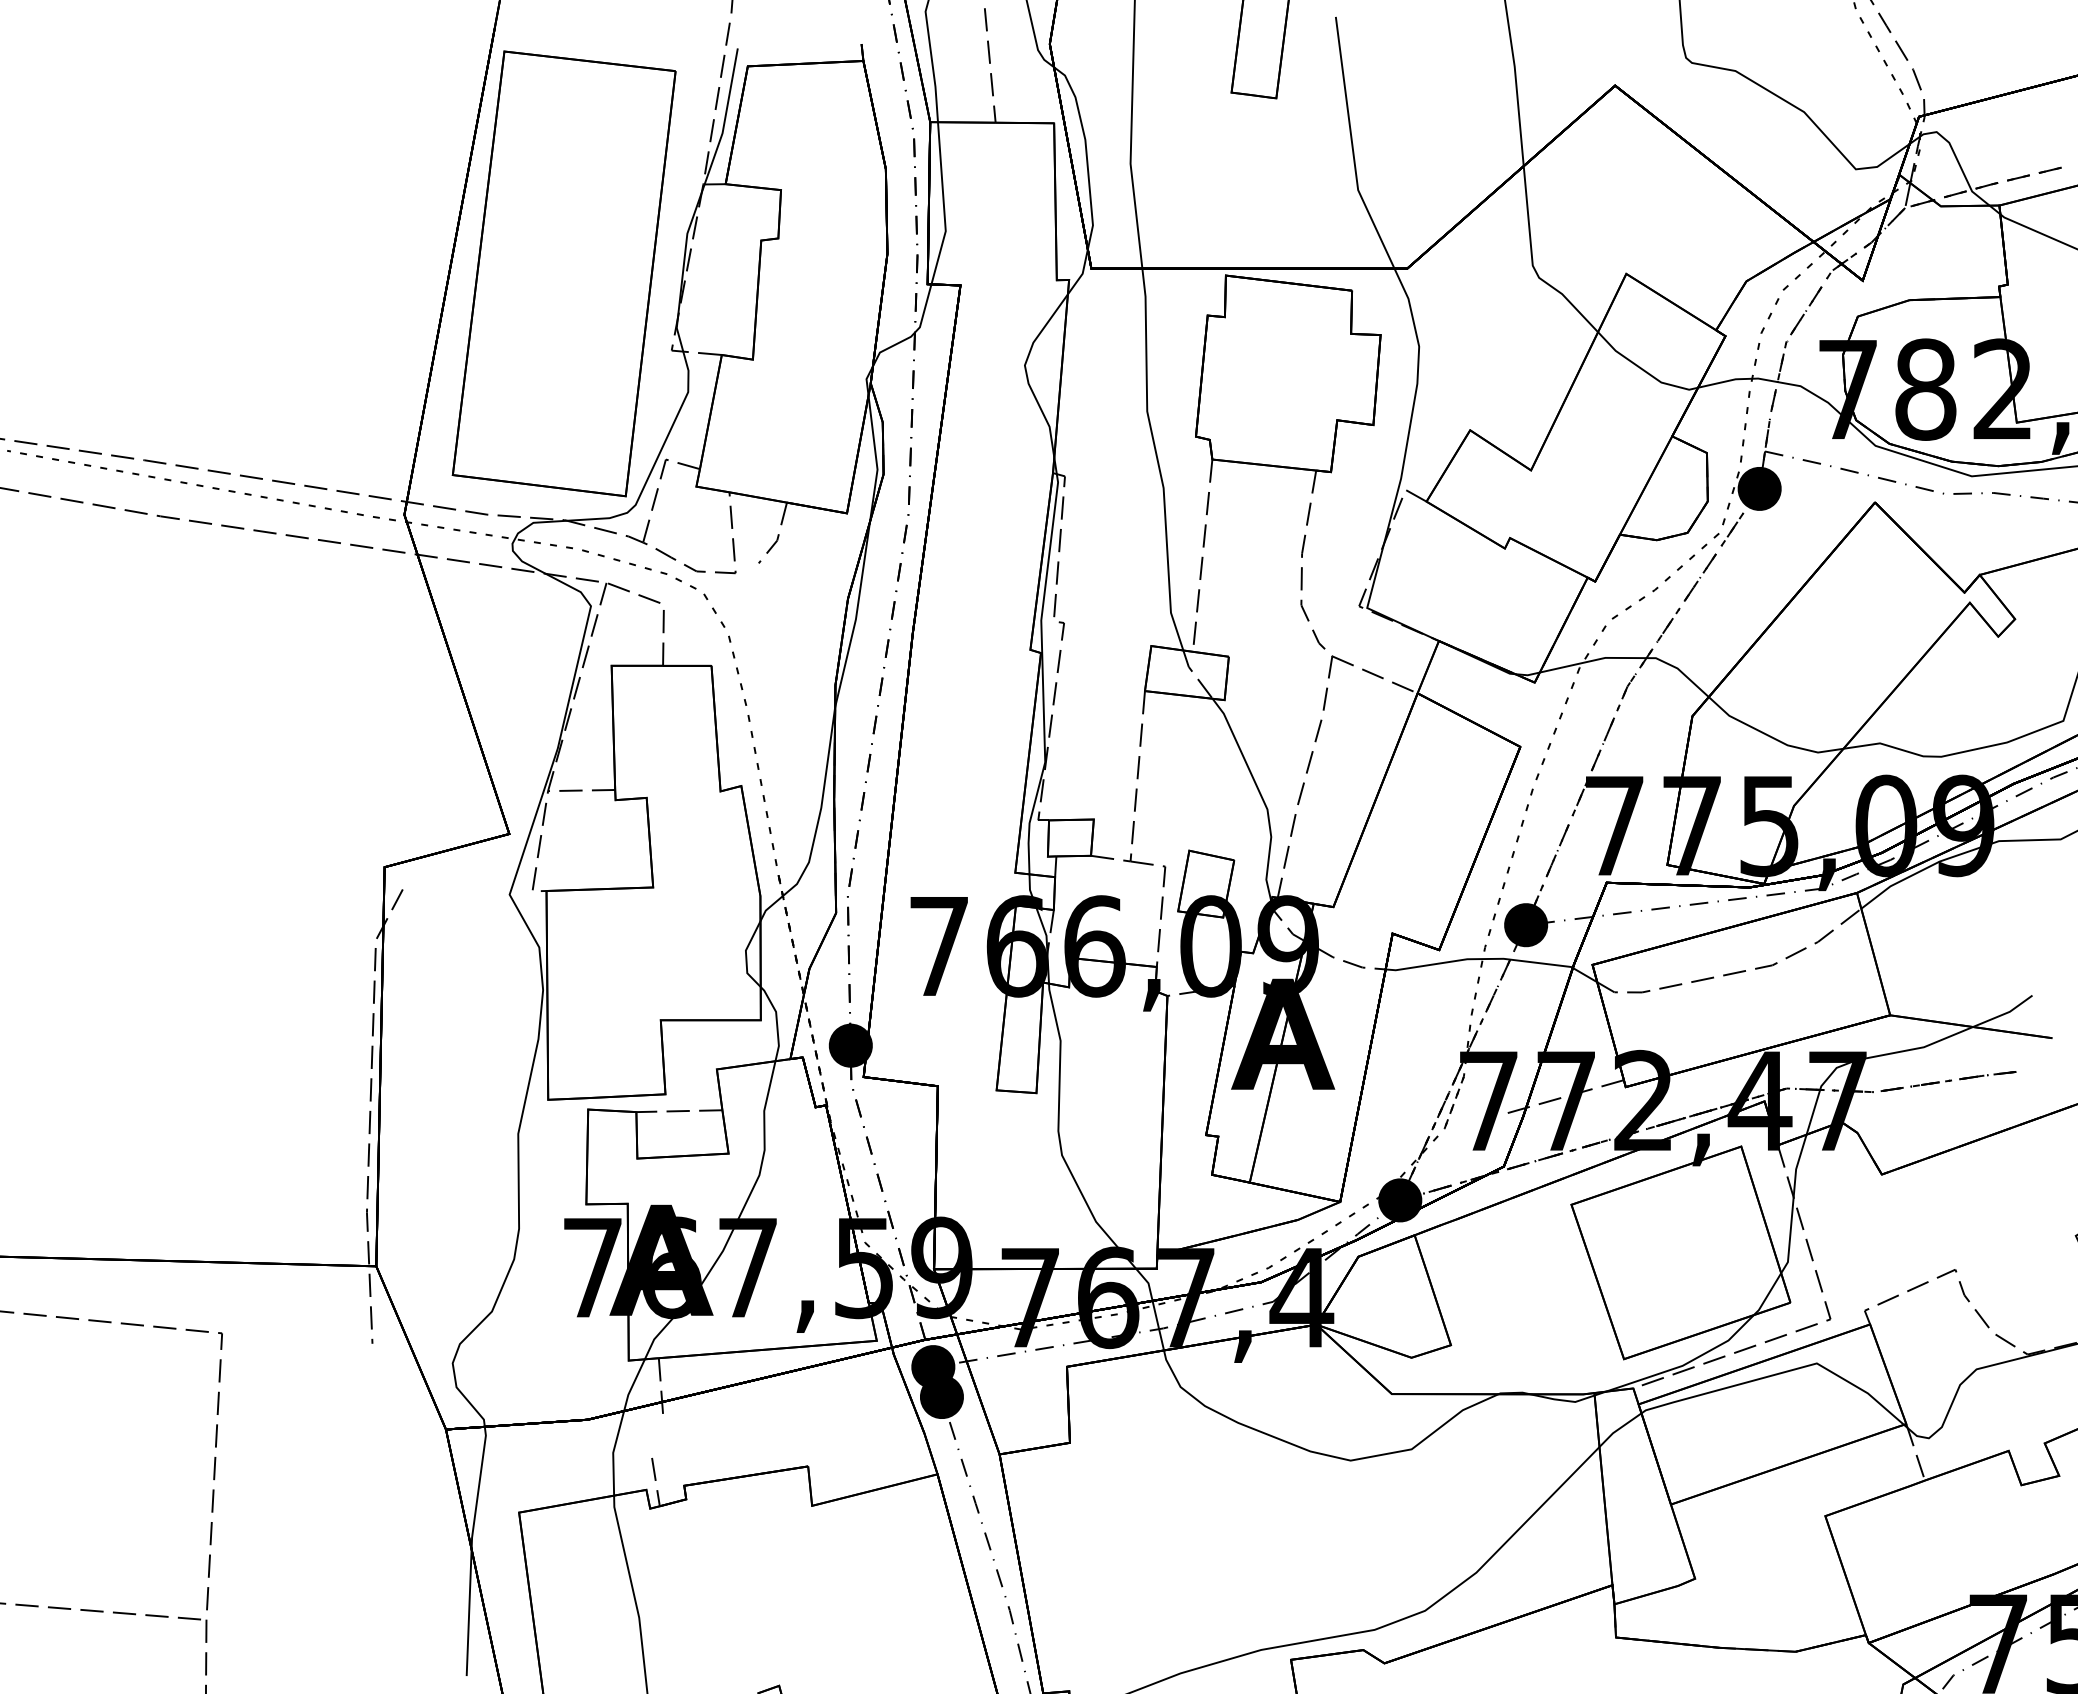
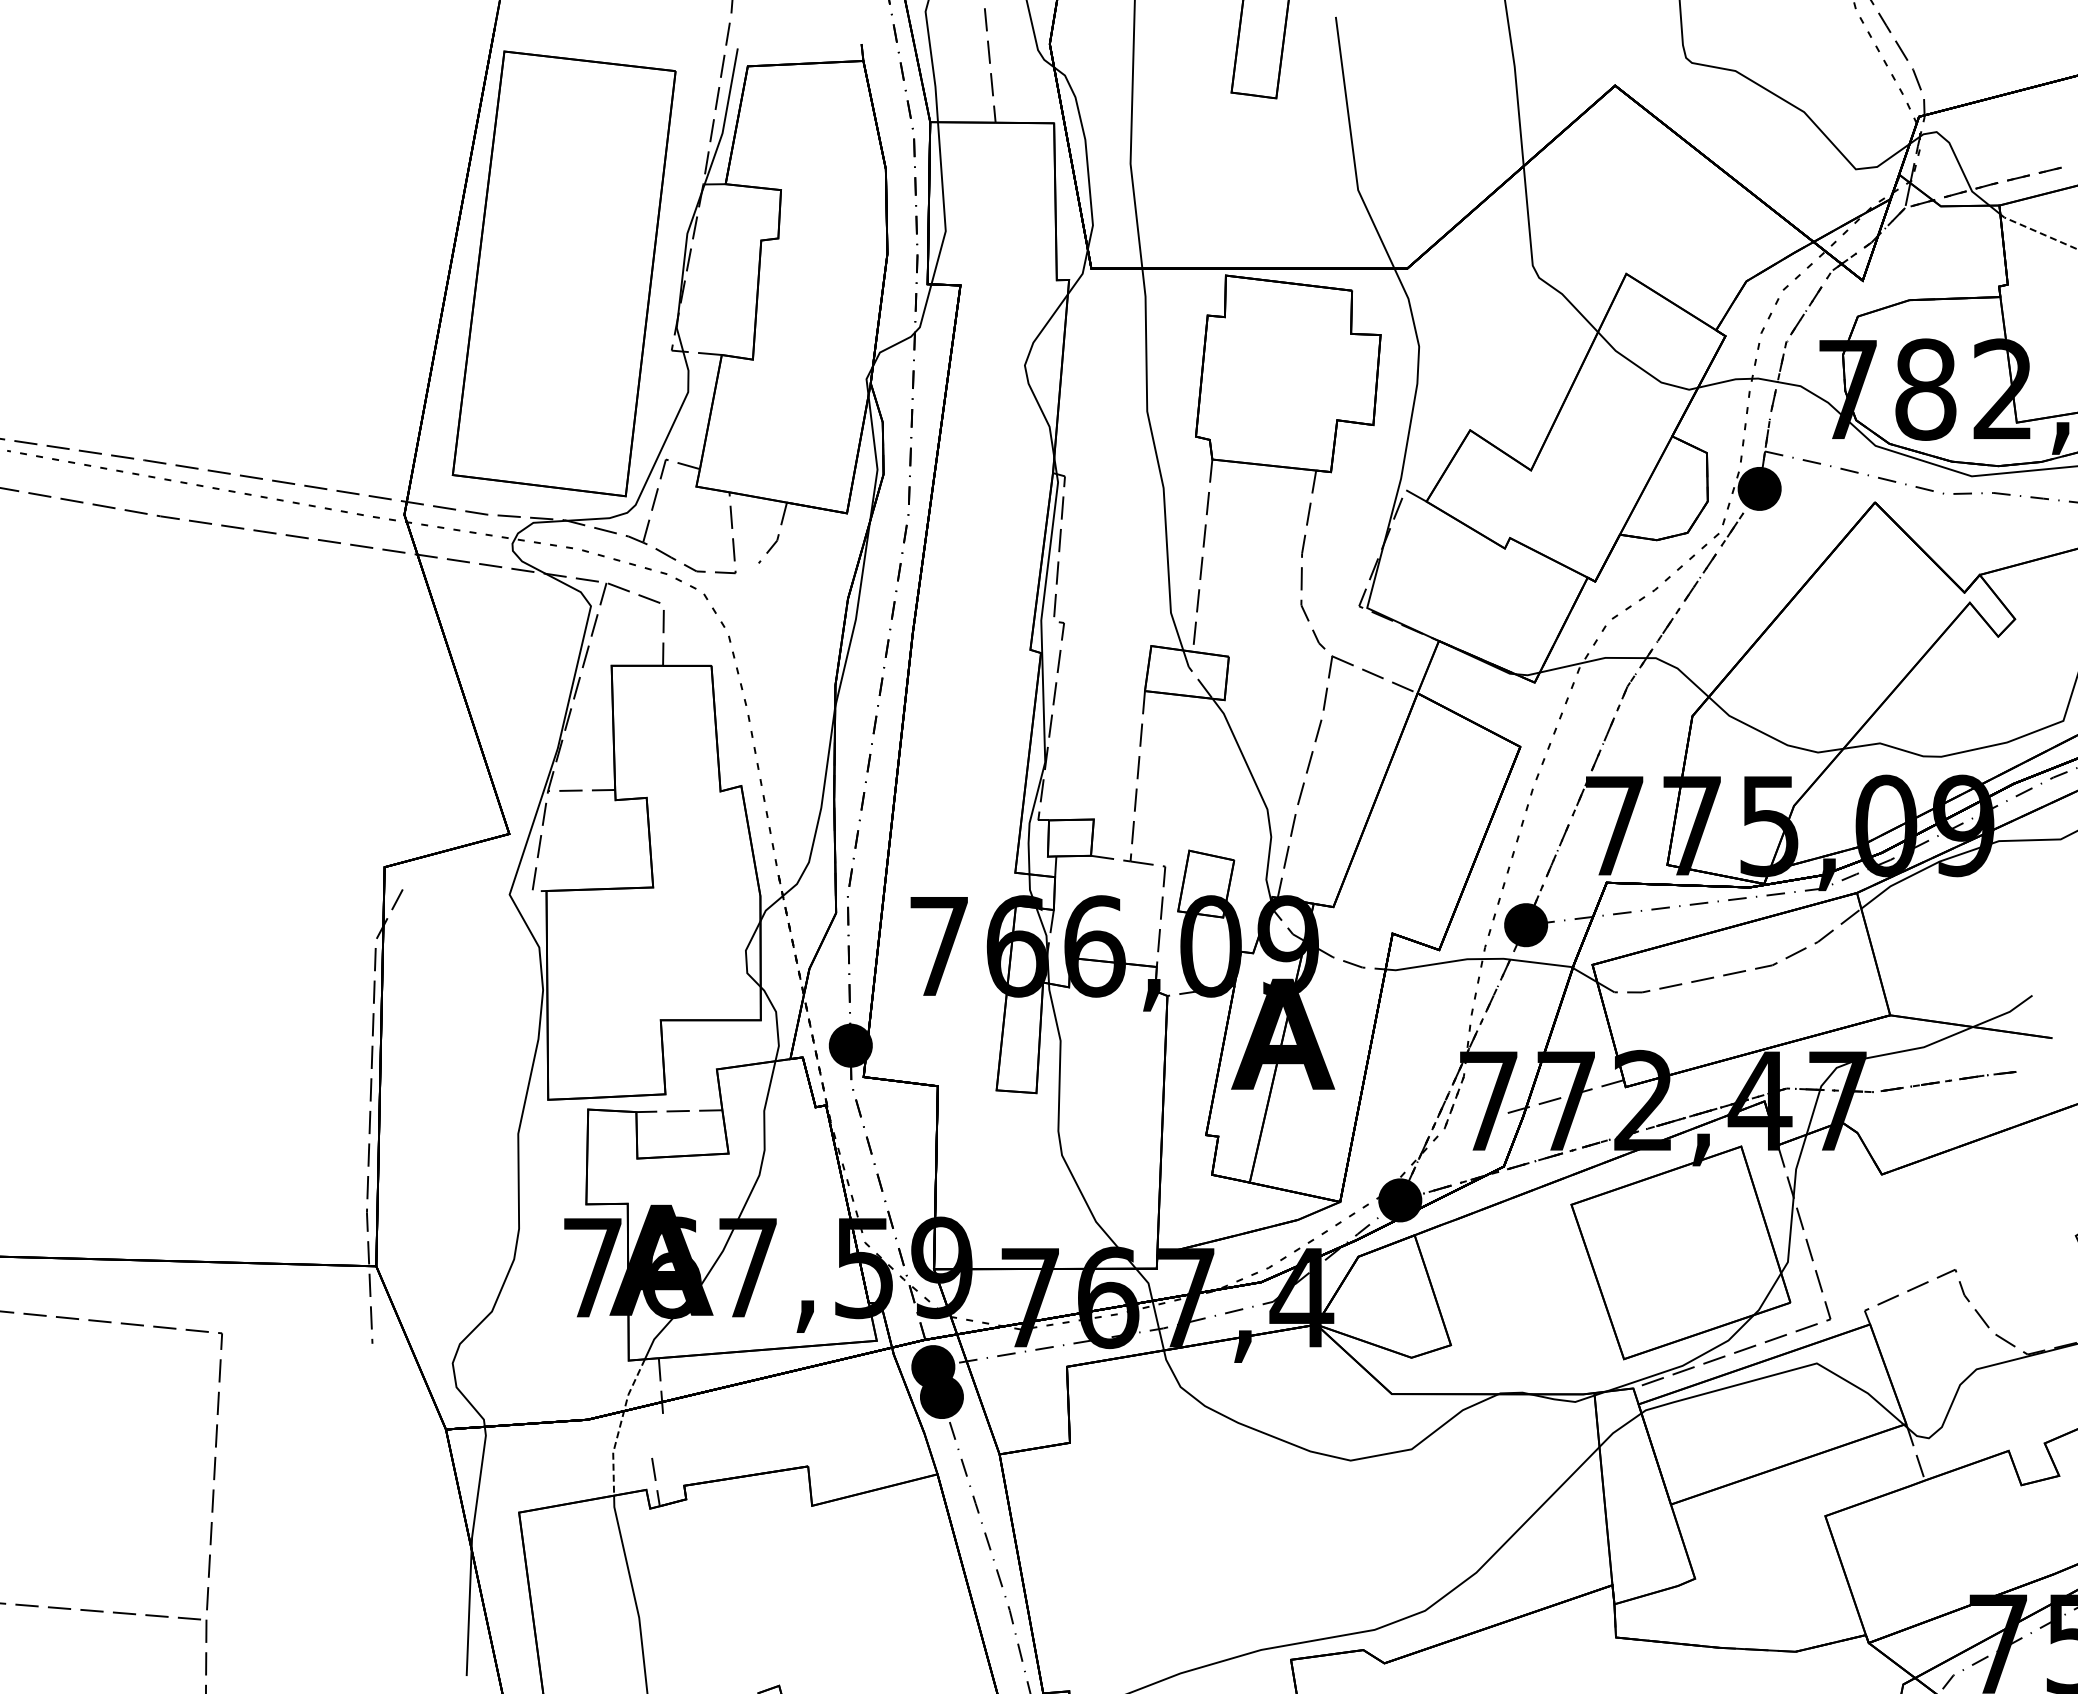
line at (2038, 232): solid -> dashed
line at (620, 1425): solid -> dashed
